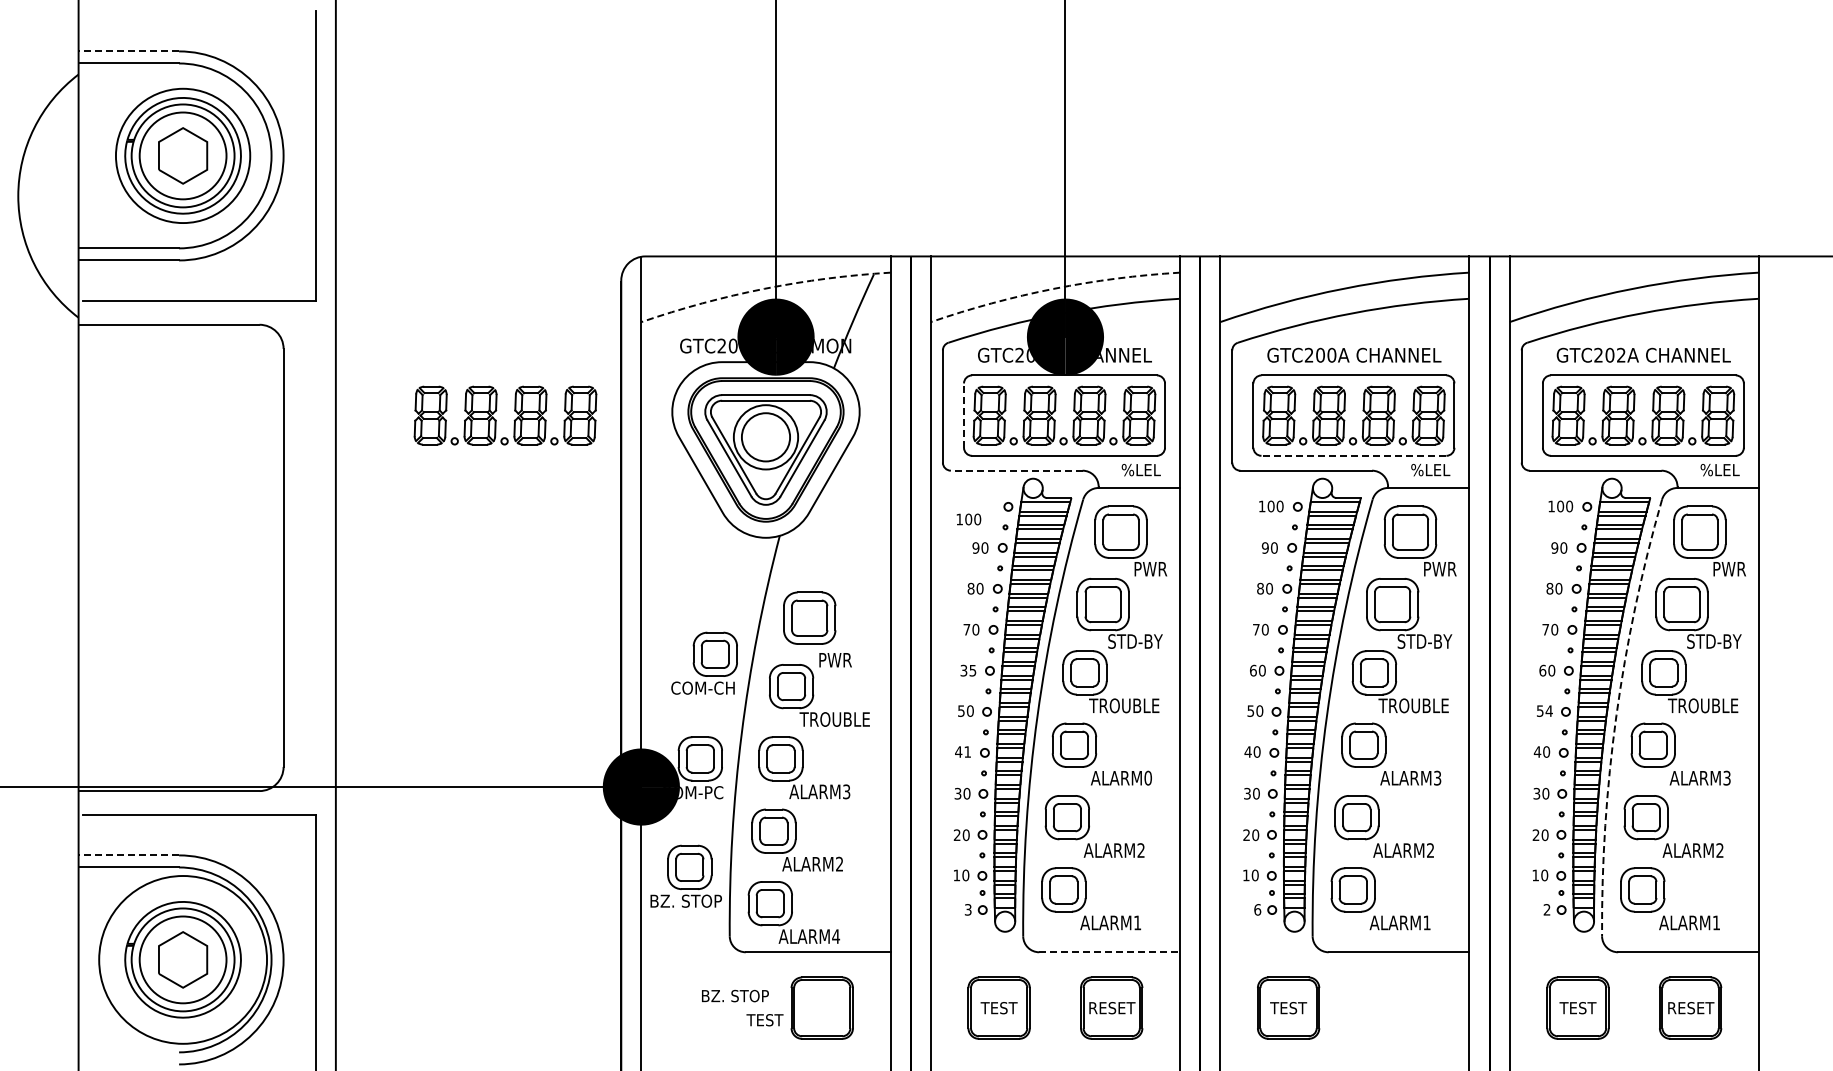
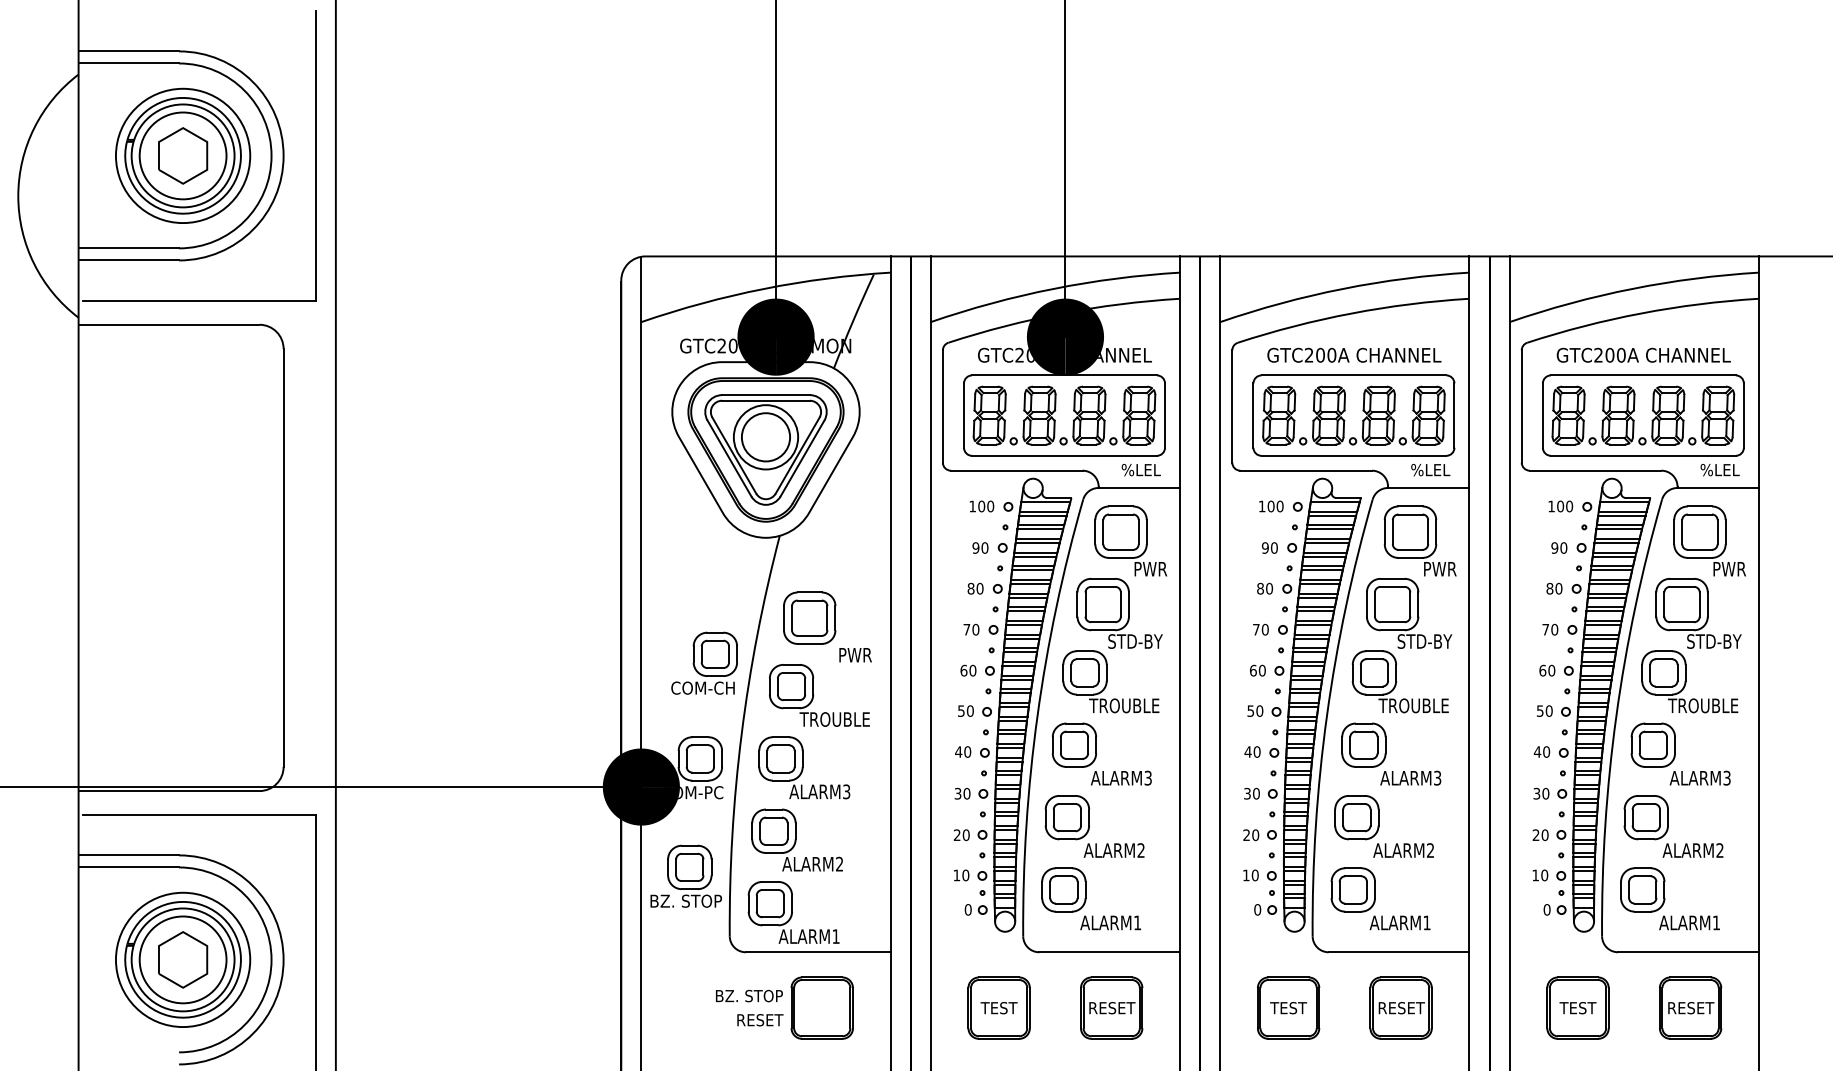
line at (128, 51): dashed -> solid
arc at (764, 288): dashed -> solid
arc at (1053, 288): dashed -> solid
text at (1620, 355): GTC202A -> GTC200A
part at (497, 410): present -> none
line at (964, 415): dashed -> solid
line at (1353, 455): dashed -> solid
line at (1016, 470): dashed -> solid
text at (968, 519) position: (968, 519) -> (981, 506)
text at (835, 660) position: (835, 660) -> (855, 655)
text at (968, 670): 35 -> 60
text at (1548, 710): 54 -> 50
arc at (1616, 715): dashed -> solid
text at (967, 751): 41 -> 40
text at (1147, 777): ALARM0 -> ALARM3
line at (128, 855): dashed -> solid
text at (967, 909): 3 -> 0
text at (1257, 909): 6 -> 0
text at (1546, 909): 2 -> 0
text at (836, 936): ALARM4 -> ALARM1
line at (1109, 952): dashed -> solid
circle at (183, 959) diameter: 168 px -> 134 px
text at (735, 995) position: (735, 995) -> (749, 995)
part at (1400, 1007): none -> present
text at (755, 1020): TEST -> RESET
